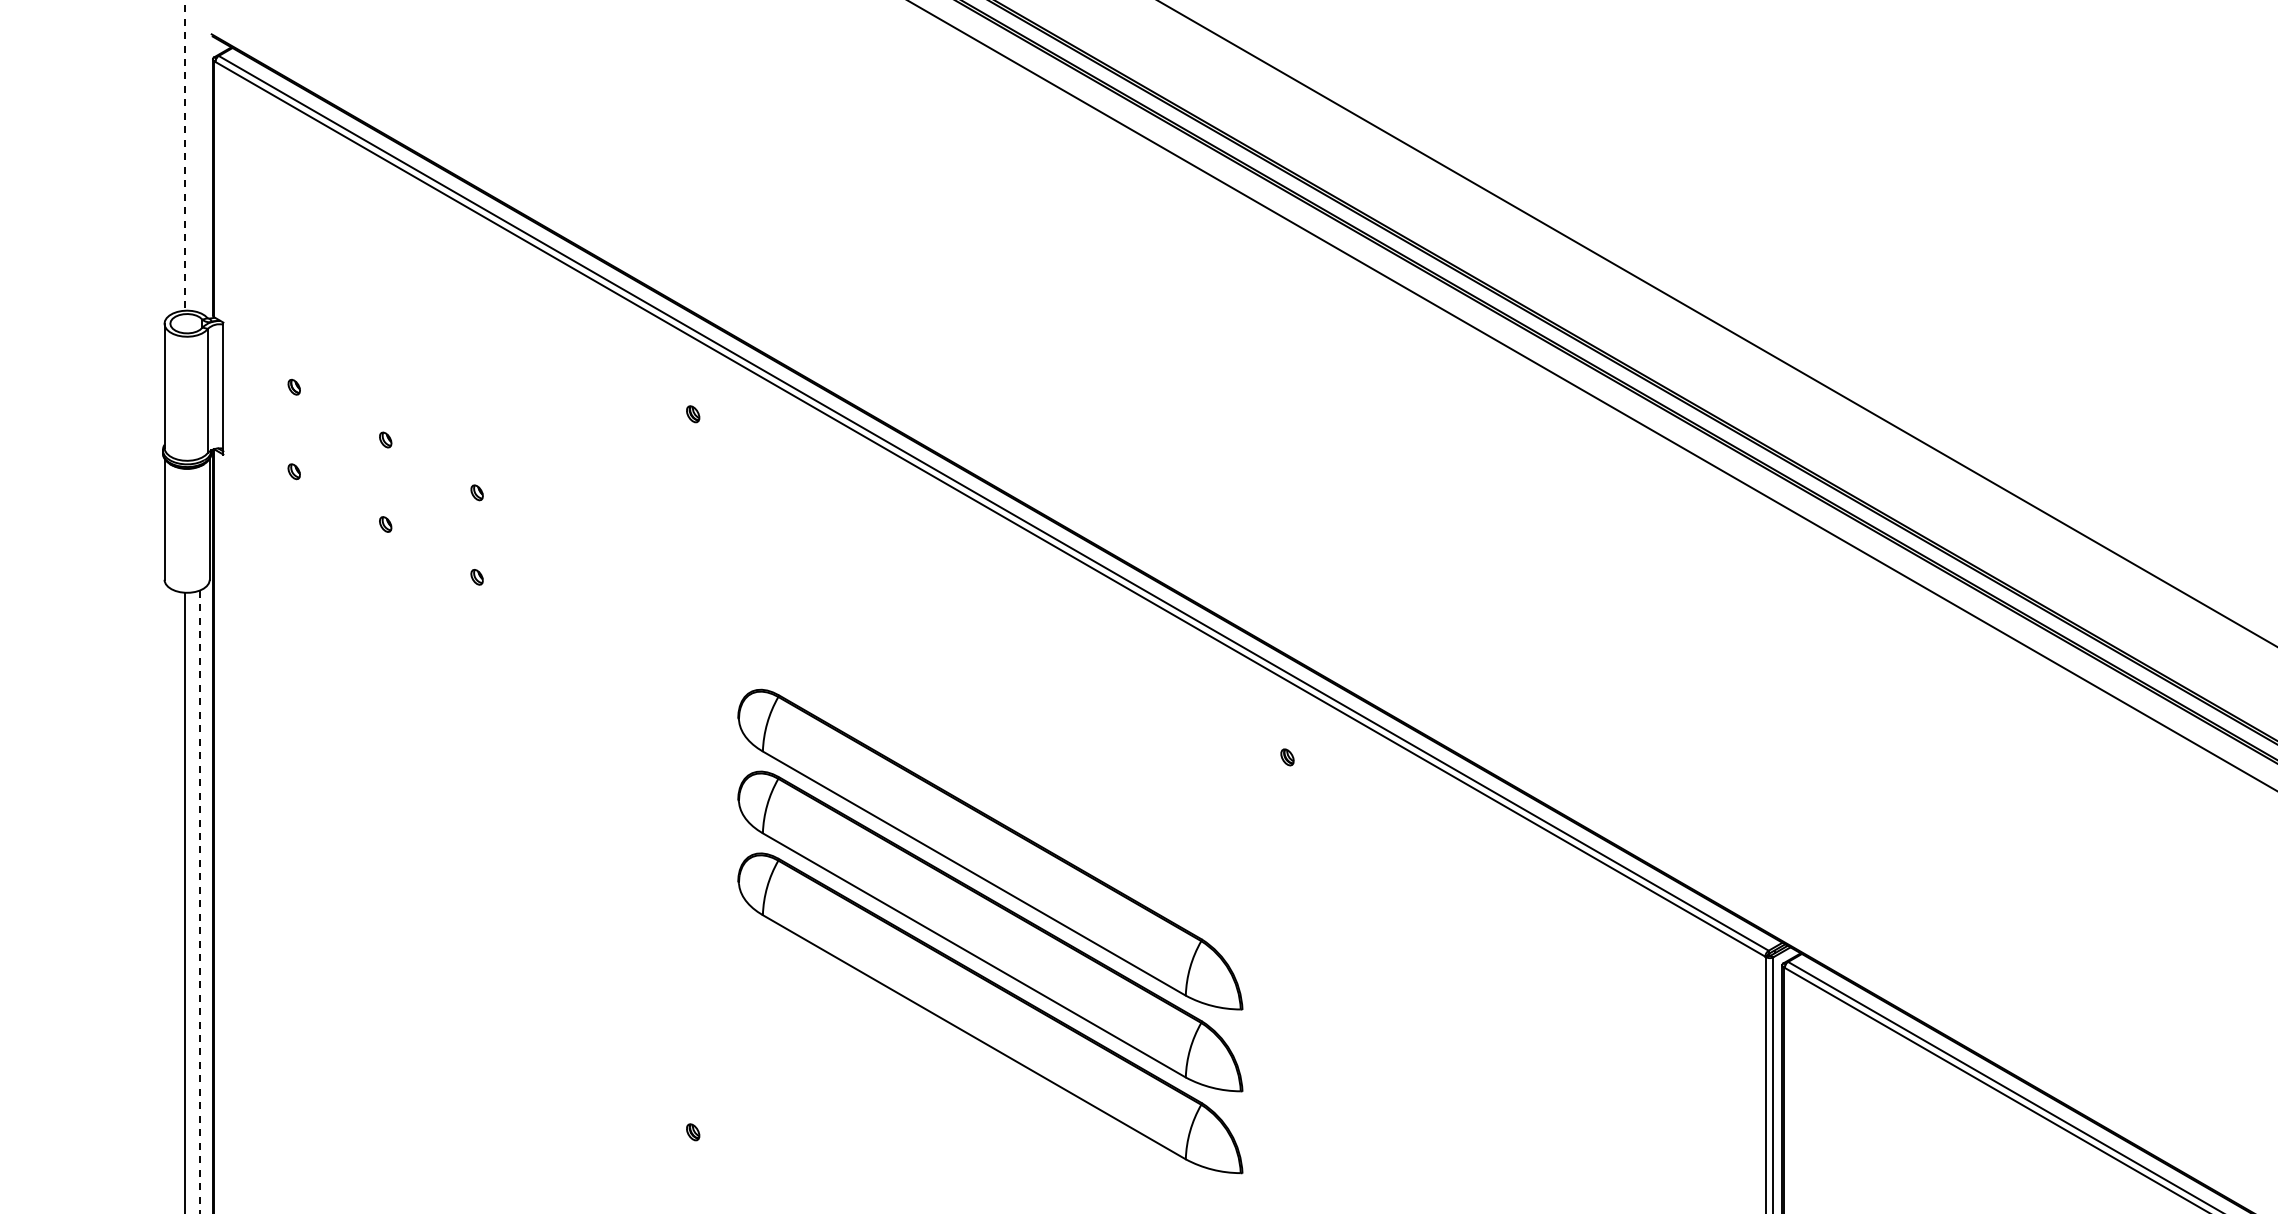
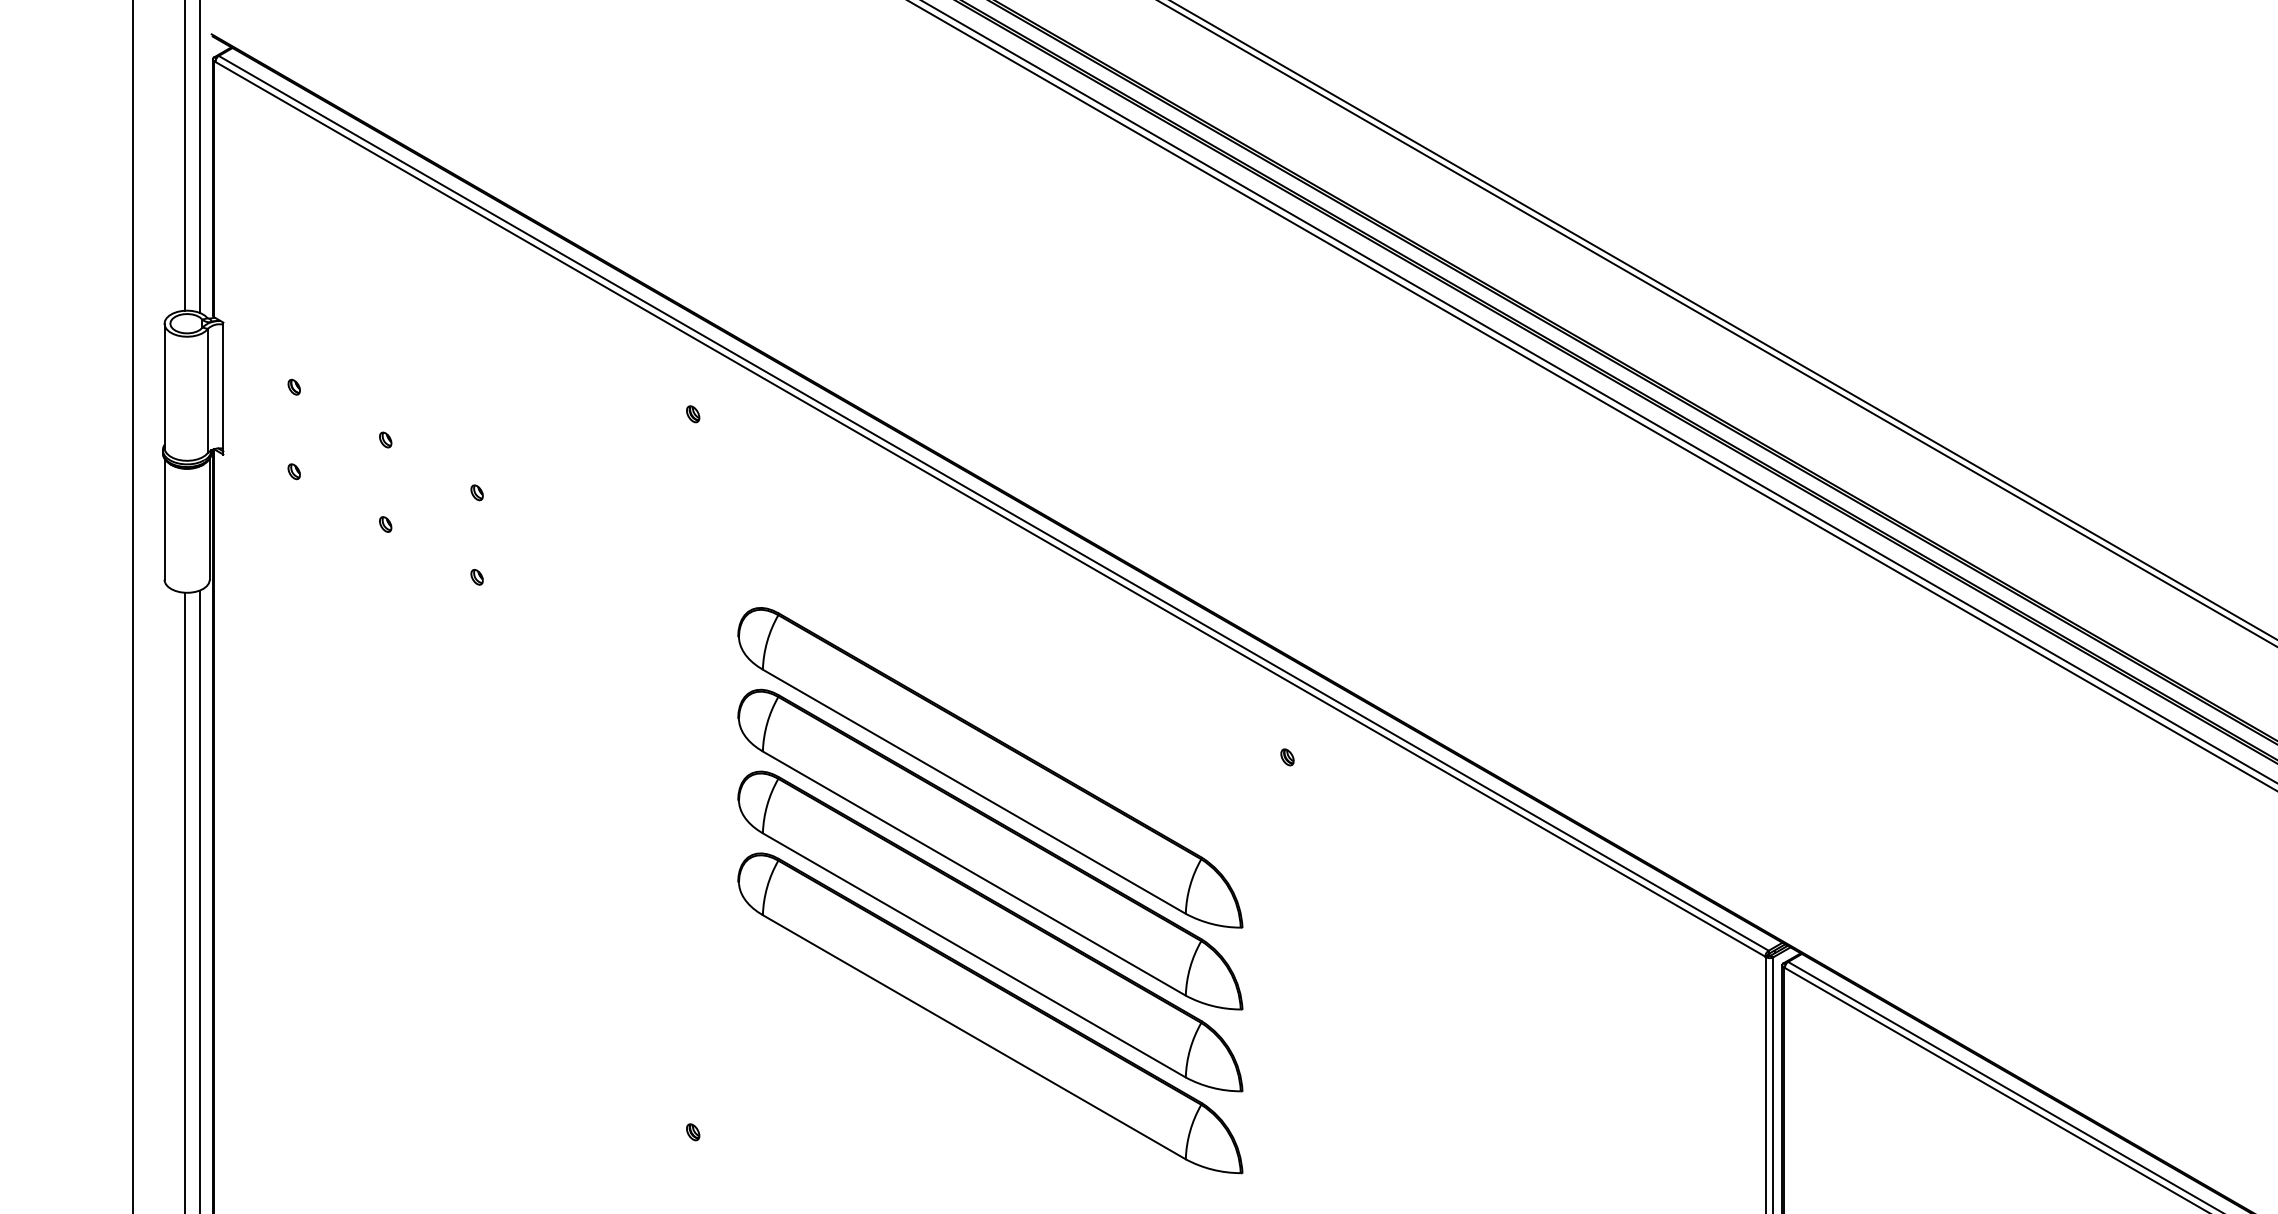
line at (184, 155): dashed -> solid
line at (199, 157): none -> present
line at (1723, 320): none -> present
line at (1599, 391): none -> present
line at (132, 606): none -> present
part at (990, 767): none -> present
line at (199, 902): dashed -> solid
